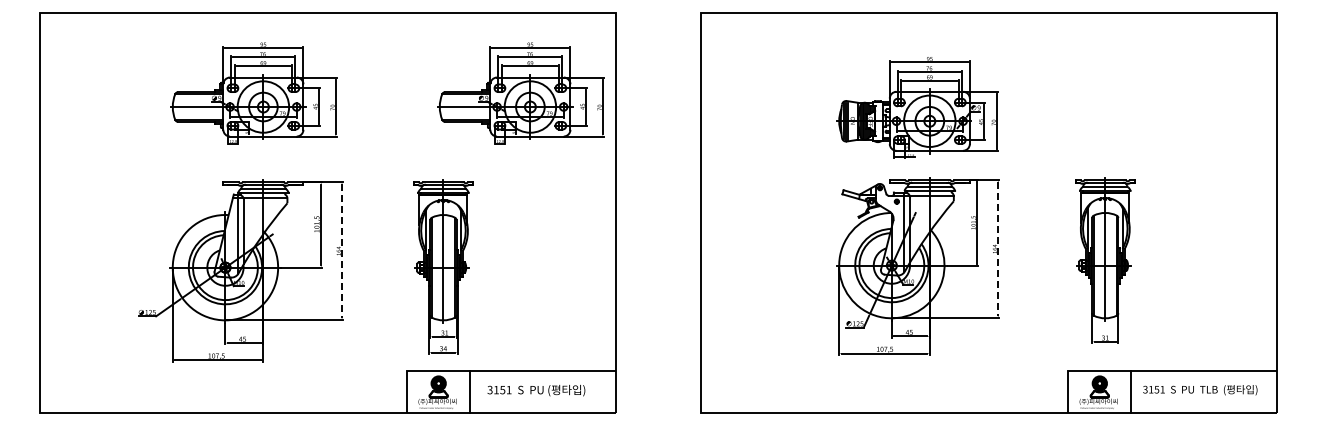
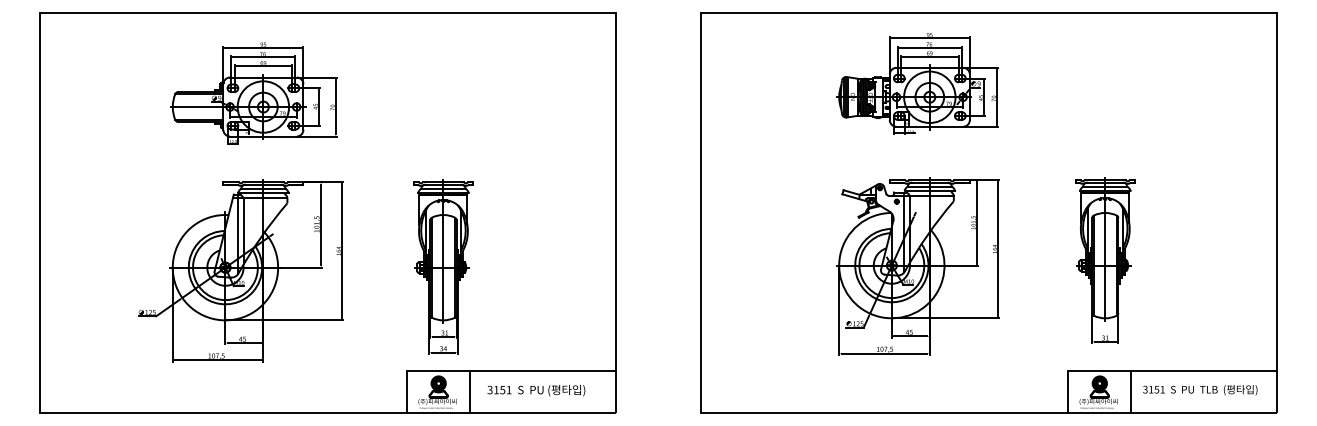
part at (520, 93): present -> none
part at (917, 107) position: (917, 107) -> (917, 83)
line at (998, 249): dashed -> solid
line at (342, 251): dashed -> solid
